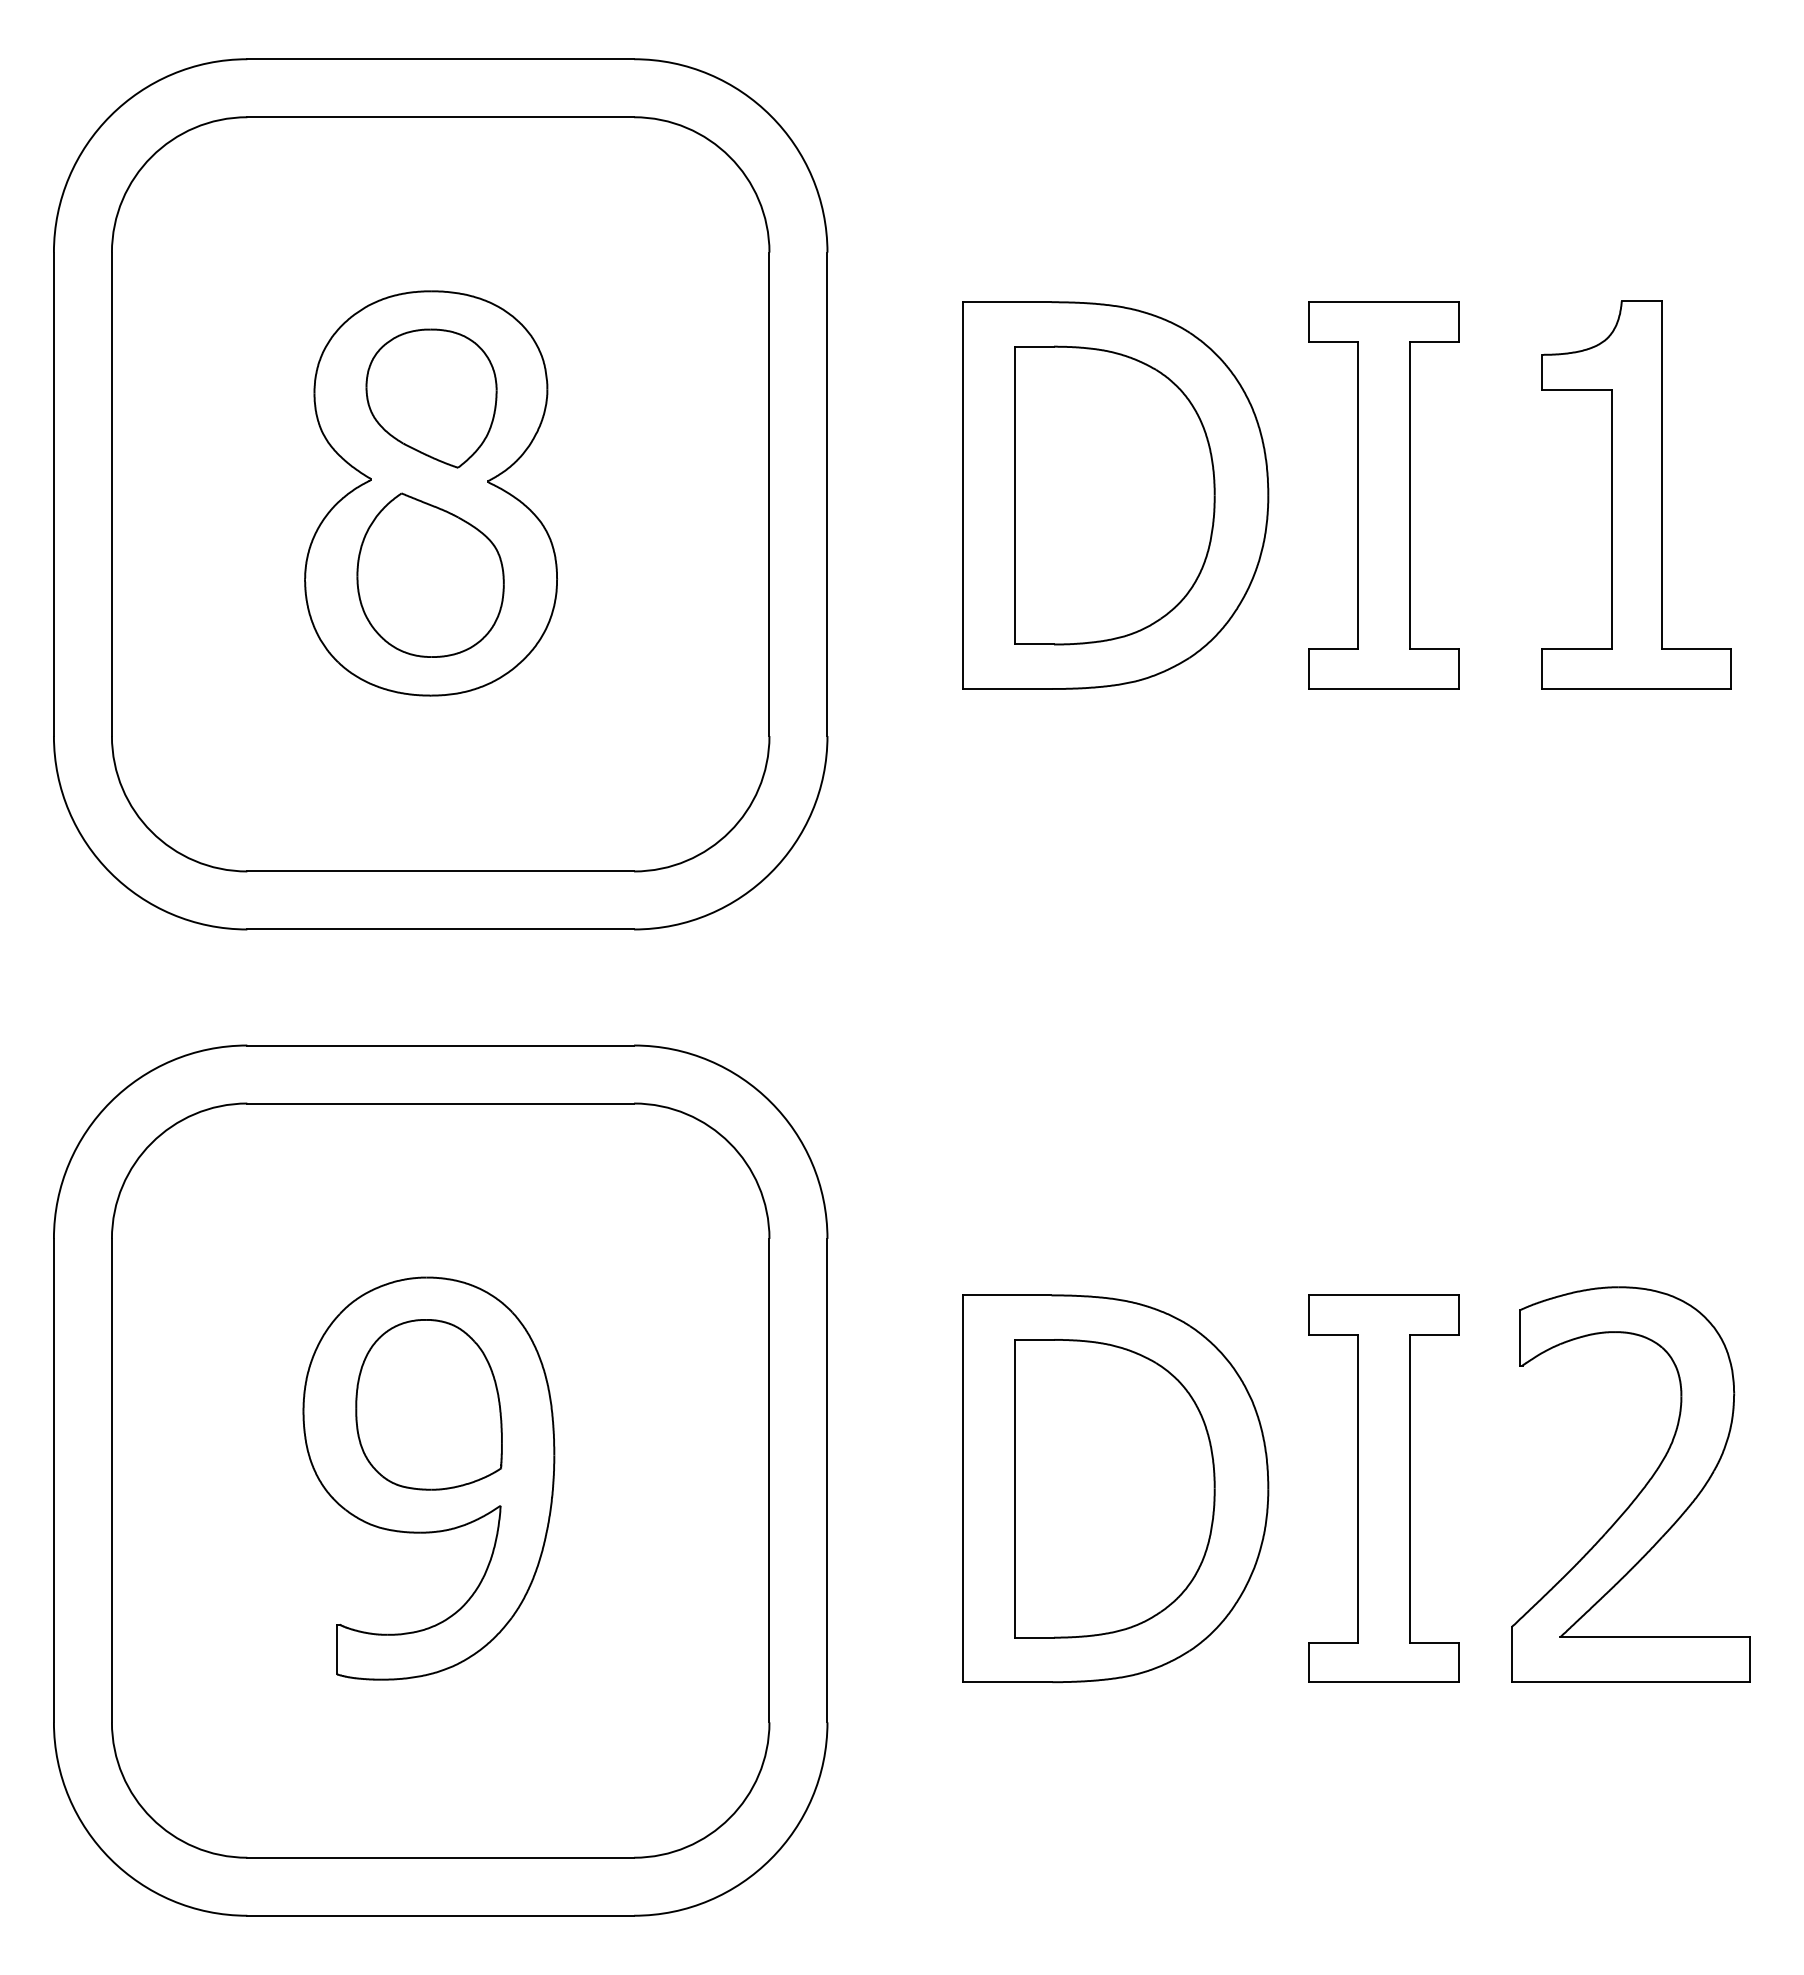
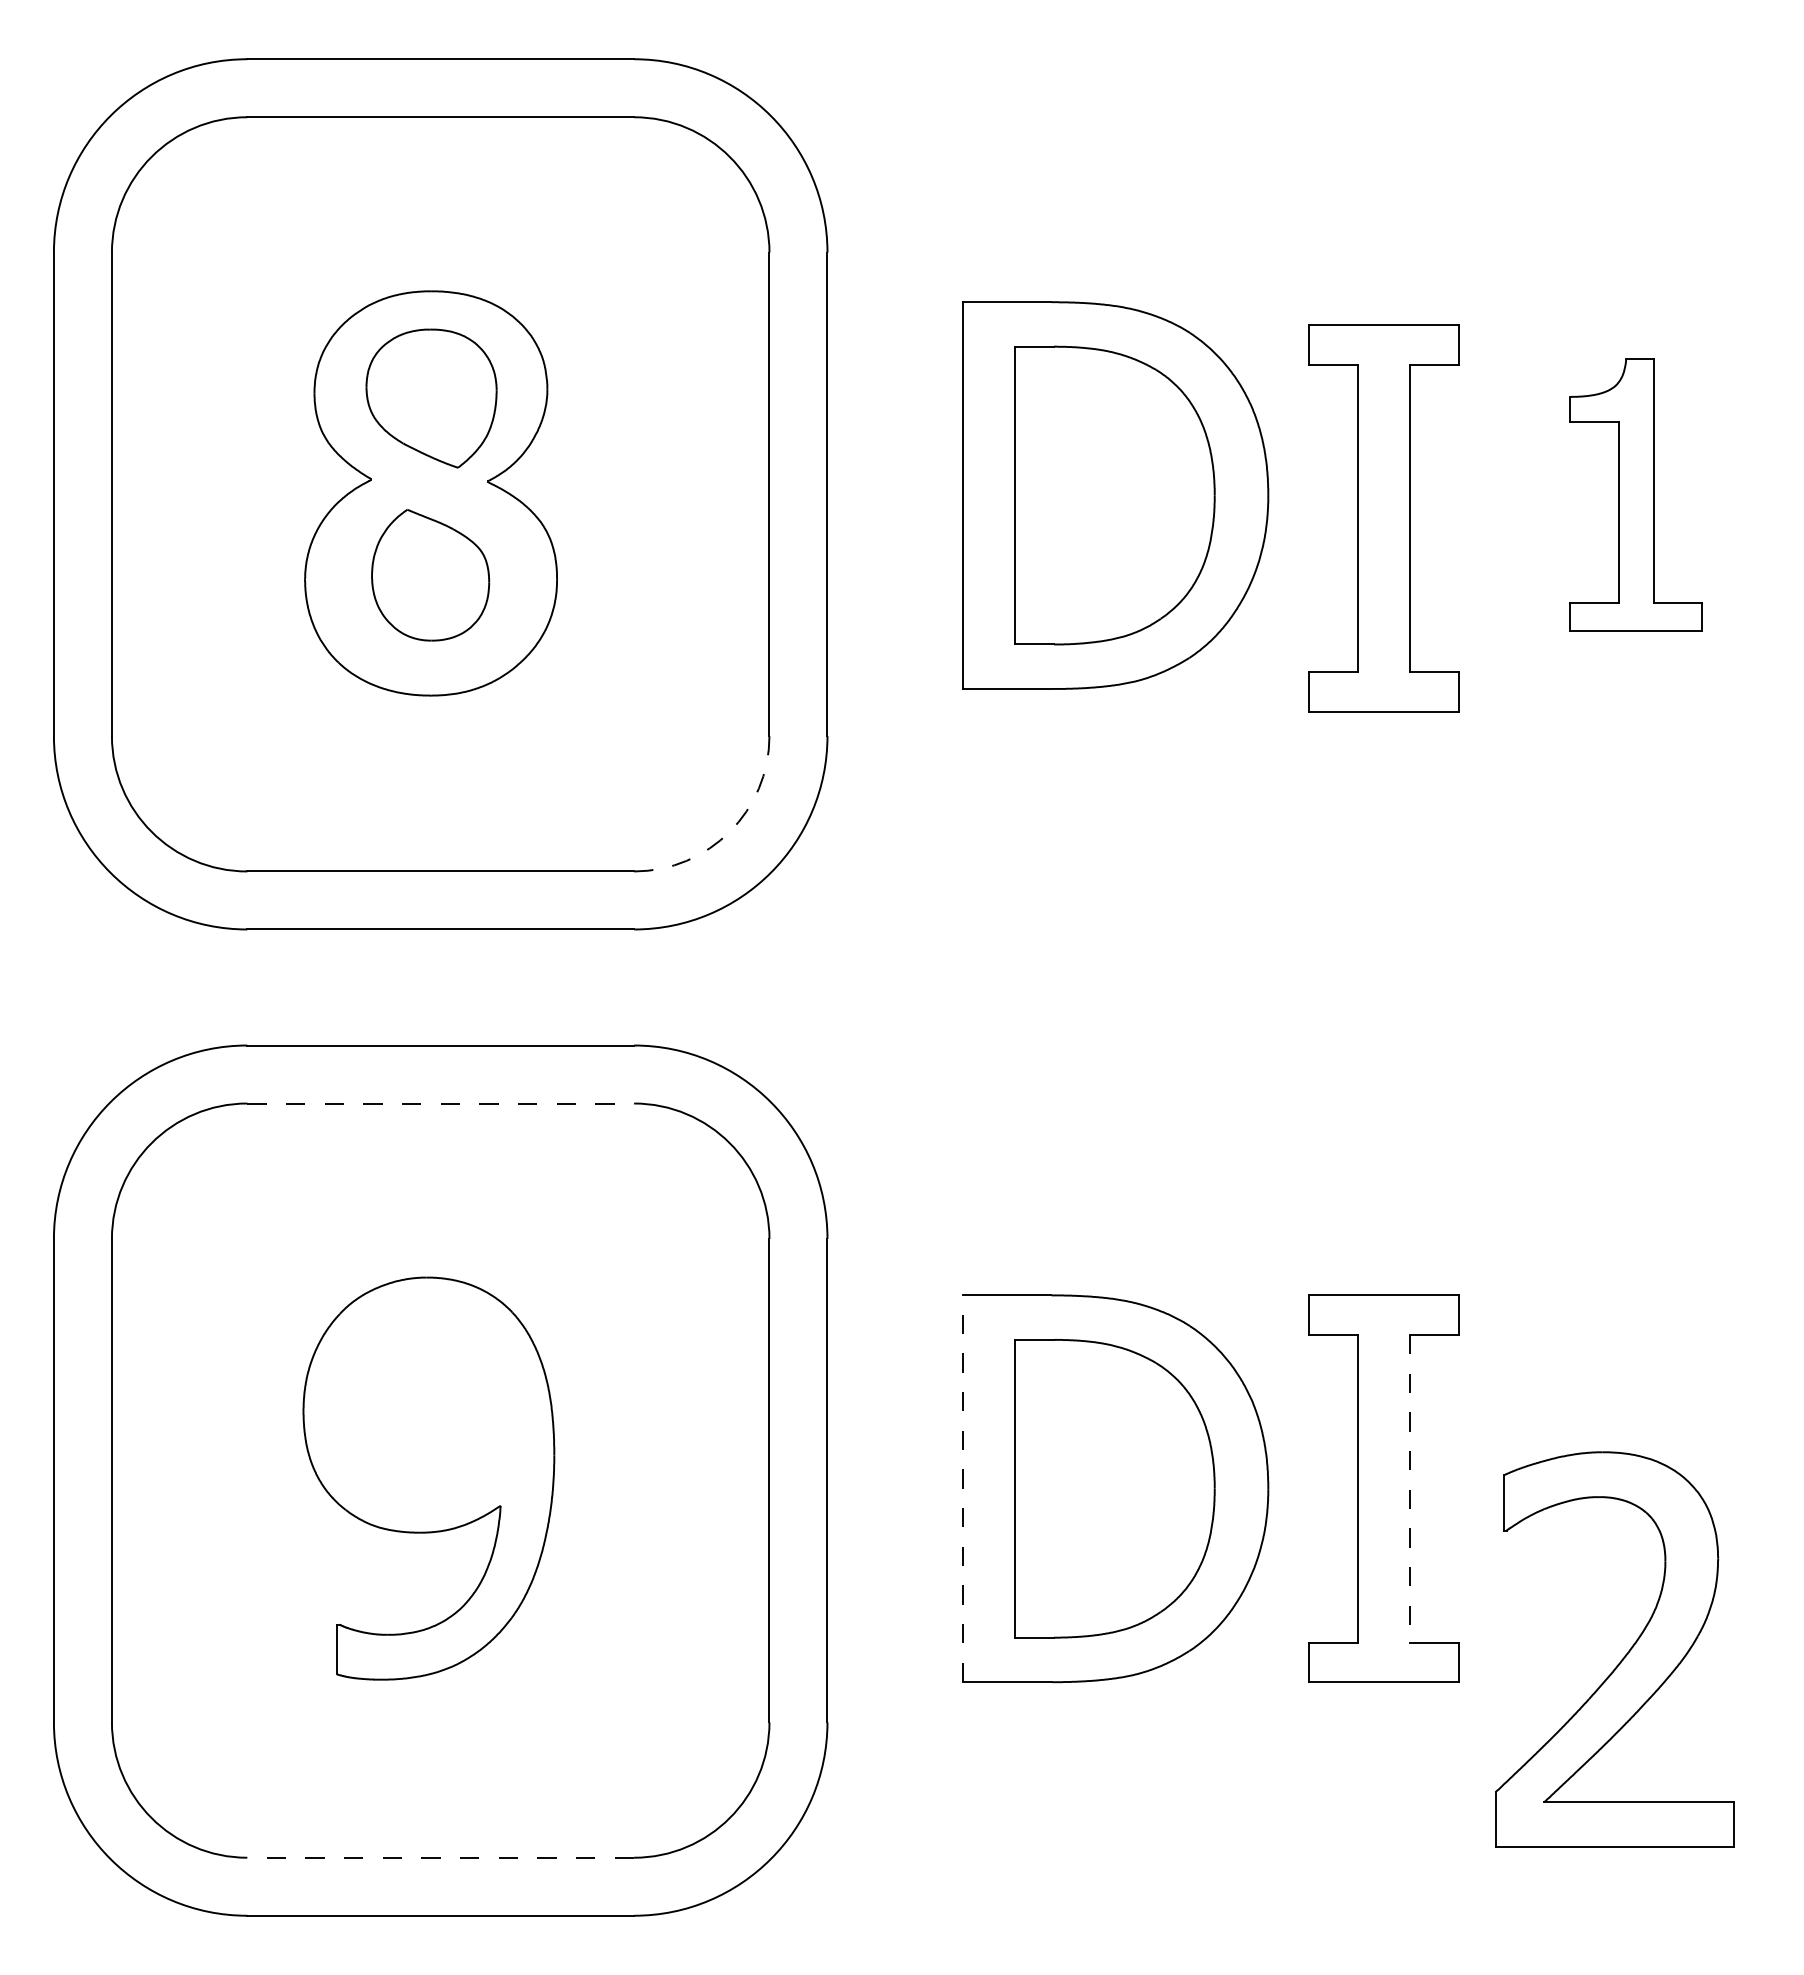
part at (1636, 494) size: 191x390 px -> 134x274 px
part at (1383, 495) position: (1383, 495) -> (1383, 518)
part at (430, 574) size: 149x166 px -> 120x133 px
arc at (729, 831): solid -> dashed
line at (441, 1103): solid -> dashed
part at (428, 1404): present -> none
line at (963, 1488): solid -> dashed
line at (1409, 1488): solid -> dashed
part at (1640, 1490) position: (1640, 1490) -> (1624, 1655)
line at (440, 1857): solid -> dashed
